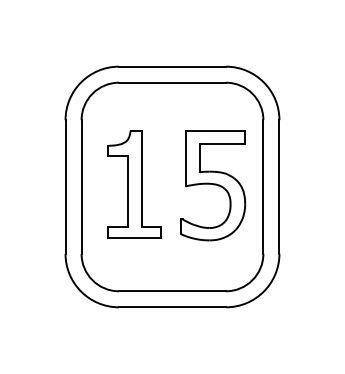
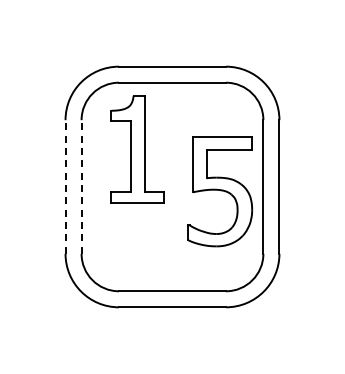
part at (134, 184) position: (134, 184) -> (137, 149)
part at (213, 185) position: (213, 185) -> (220, 191)
line at (65, 187): solid -> dashed
line at (81, 187): solid -> dashed
